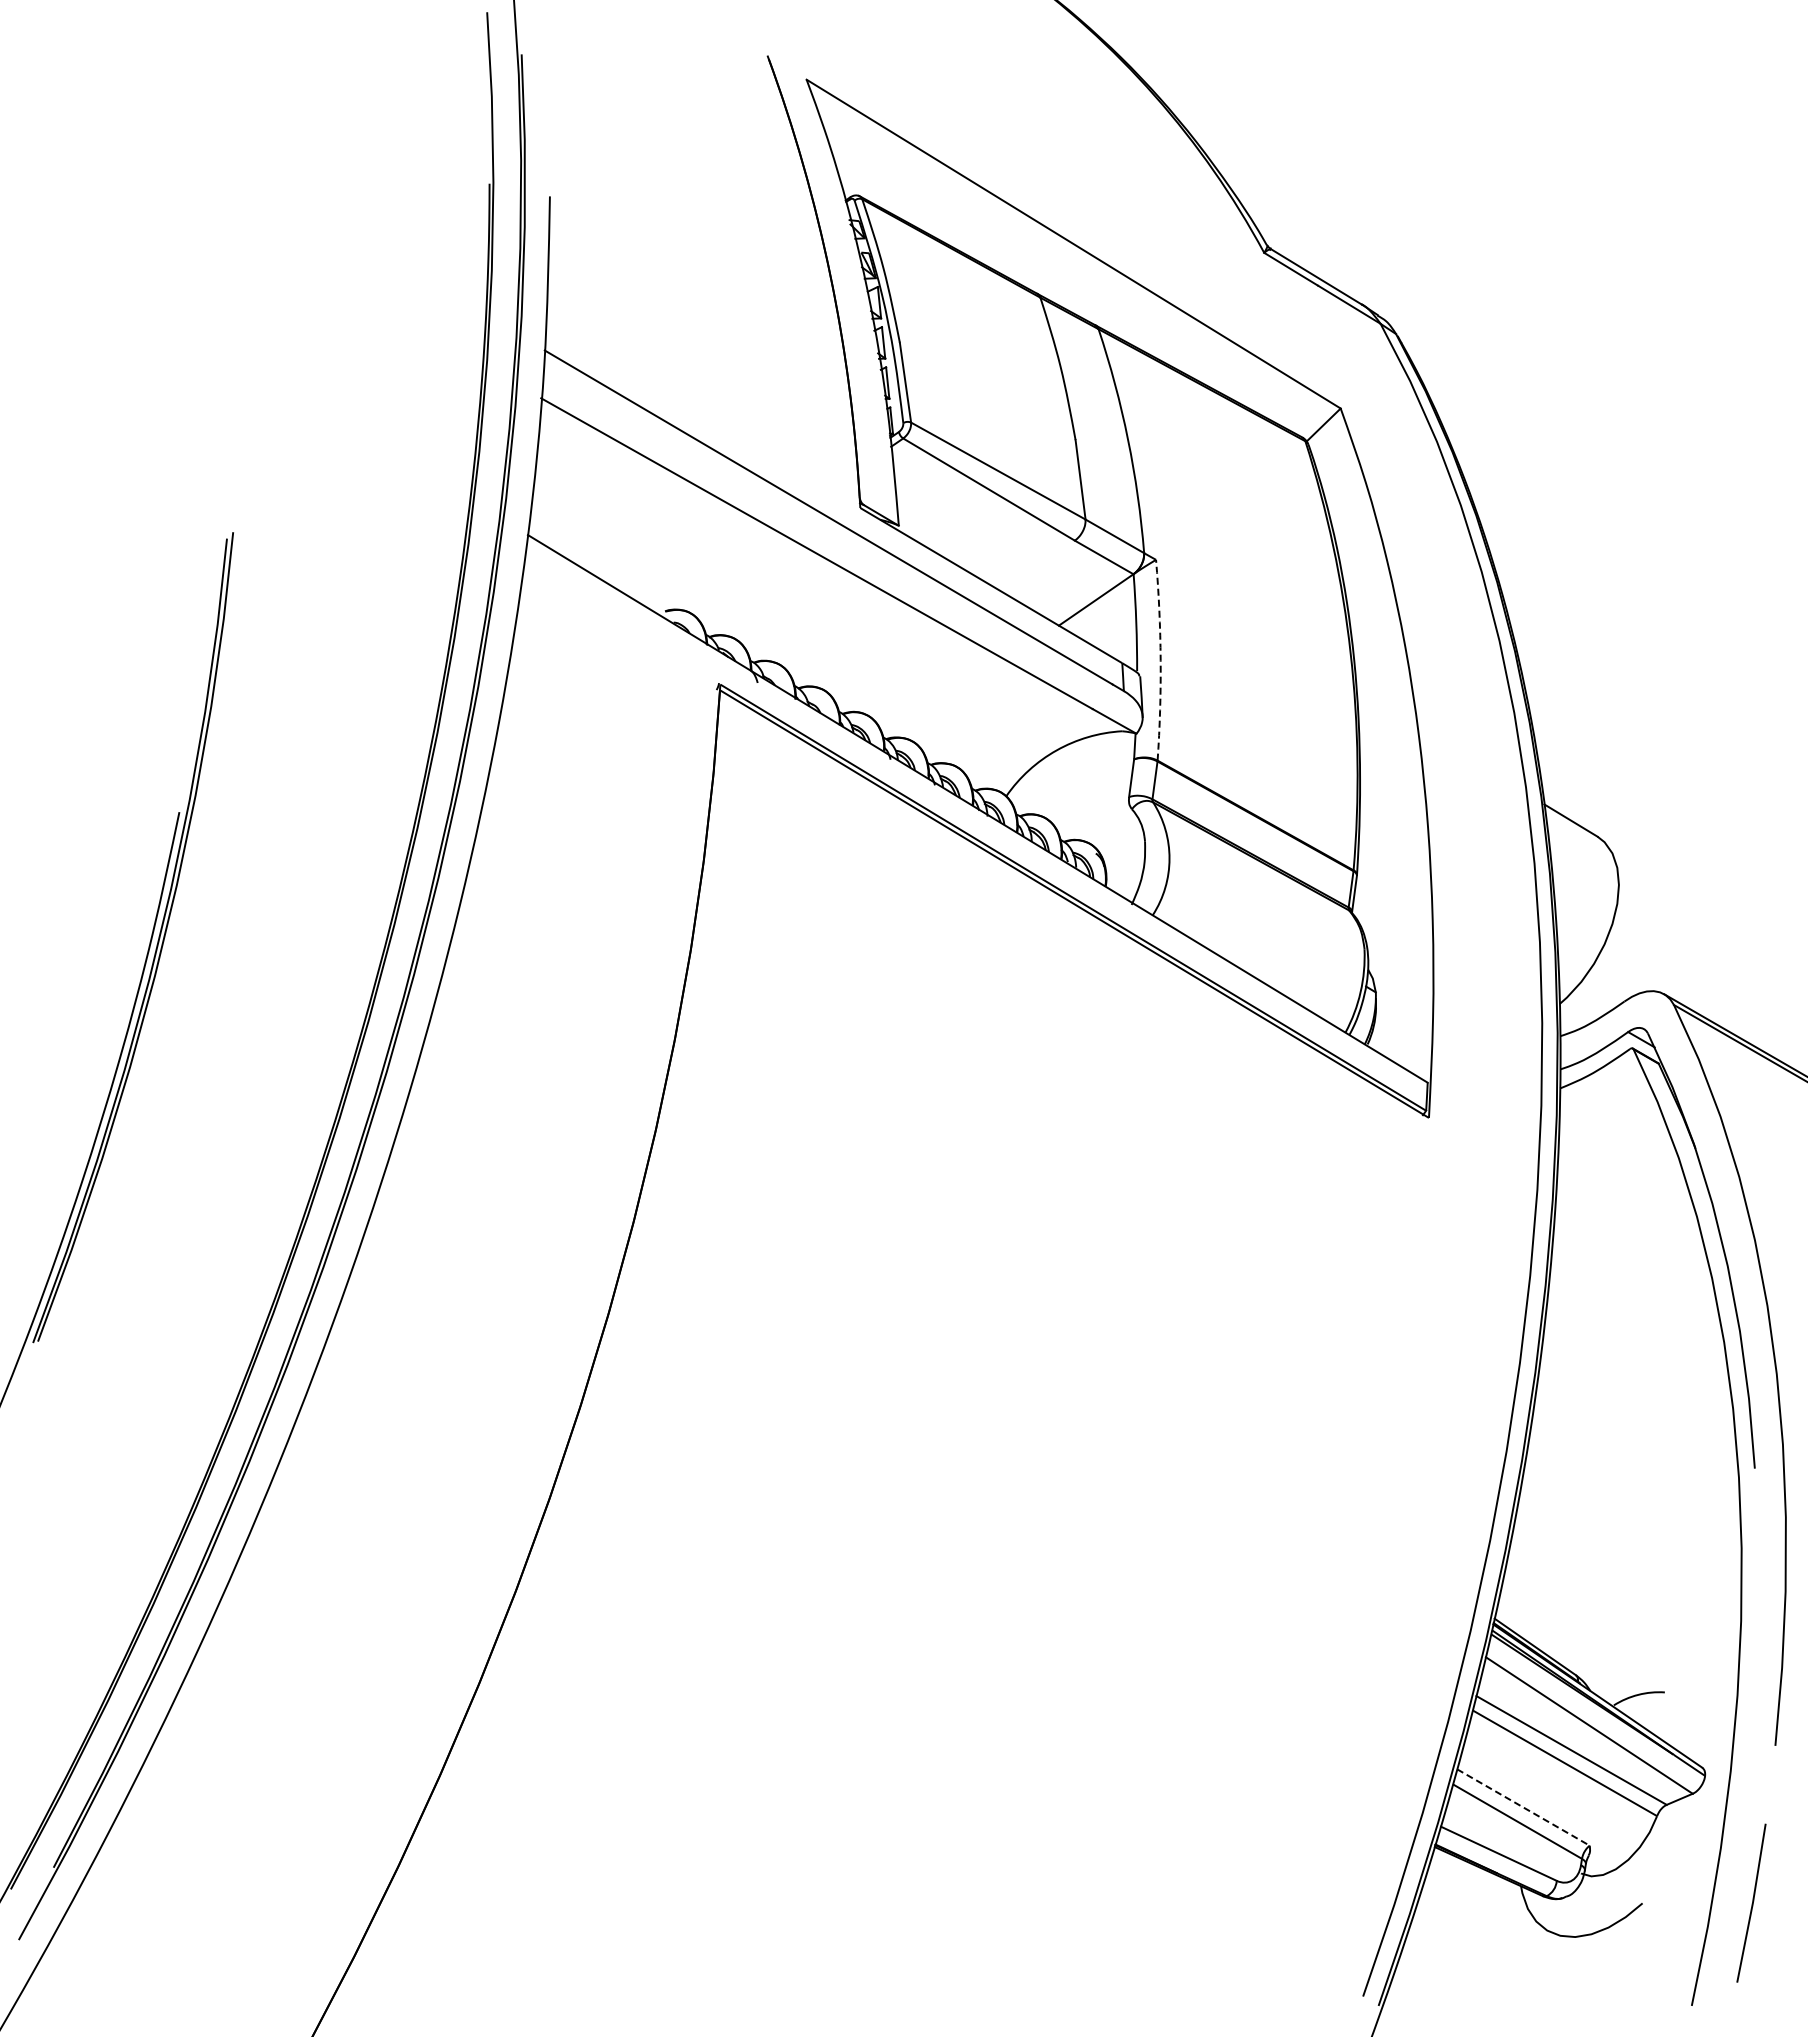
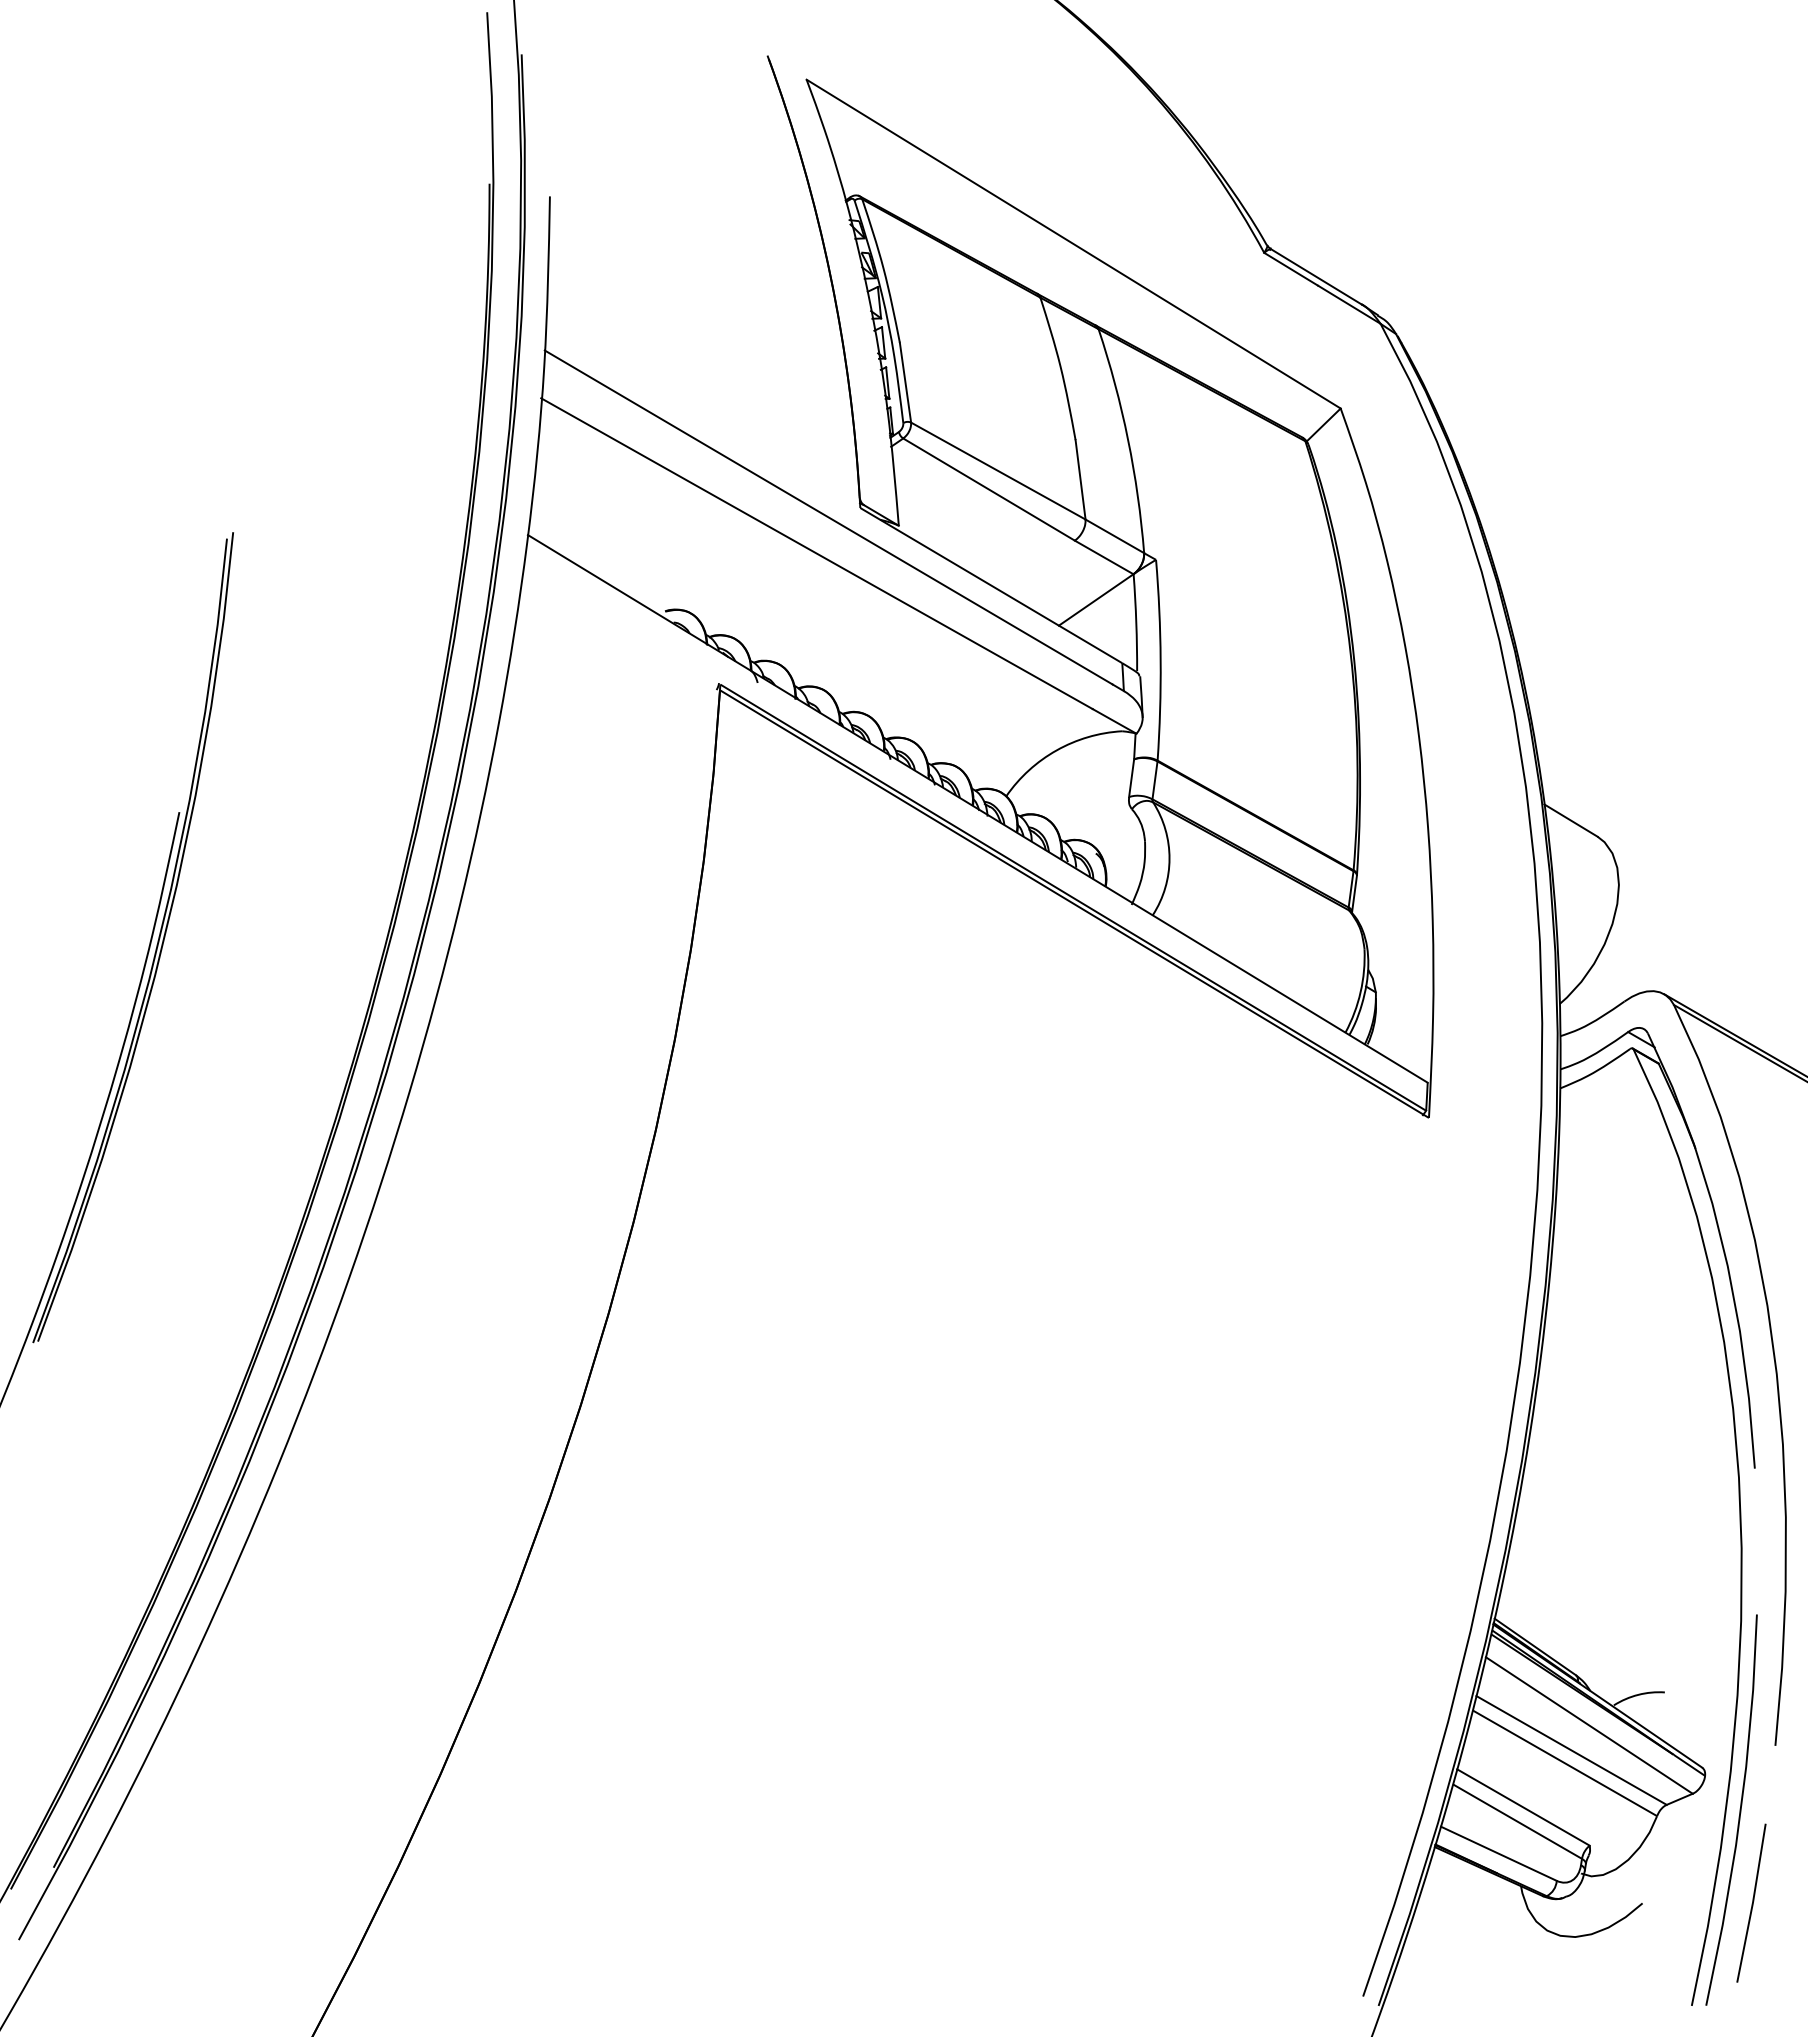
arc at (1160, 660): dashed -> solid
line at (1523, 1807): dashed -> solid
curve at (1739, 1809): none -> present
